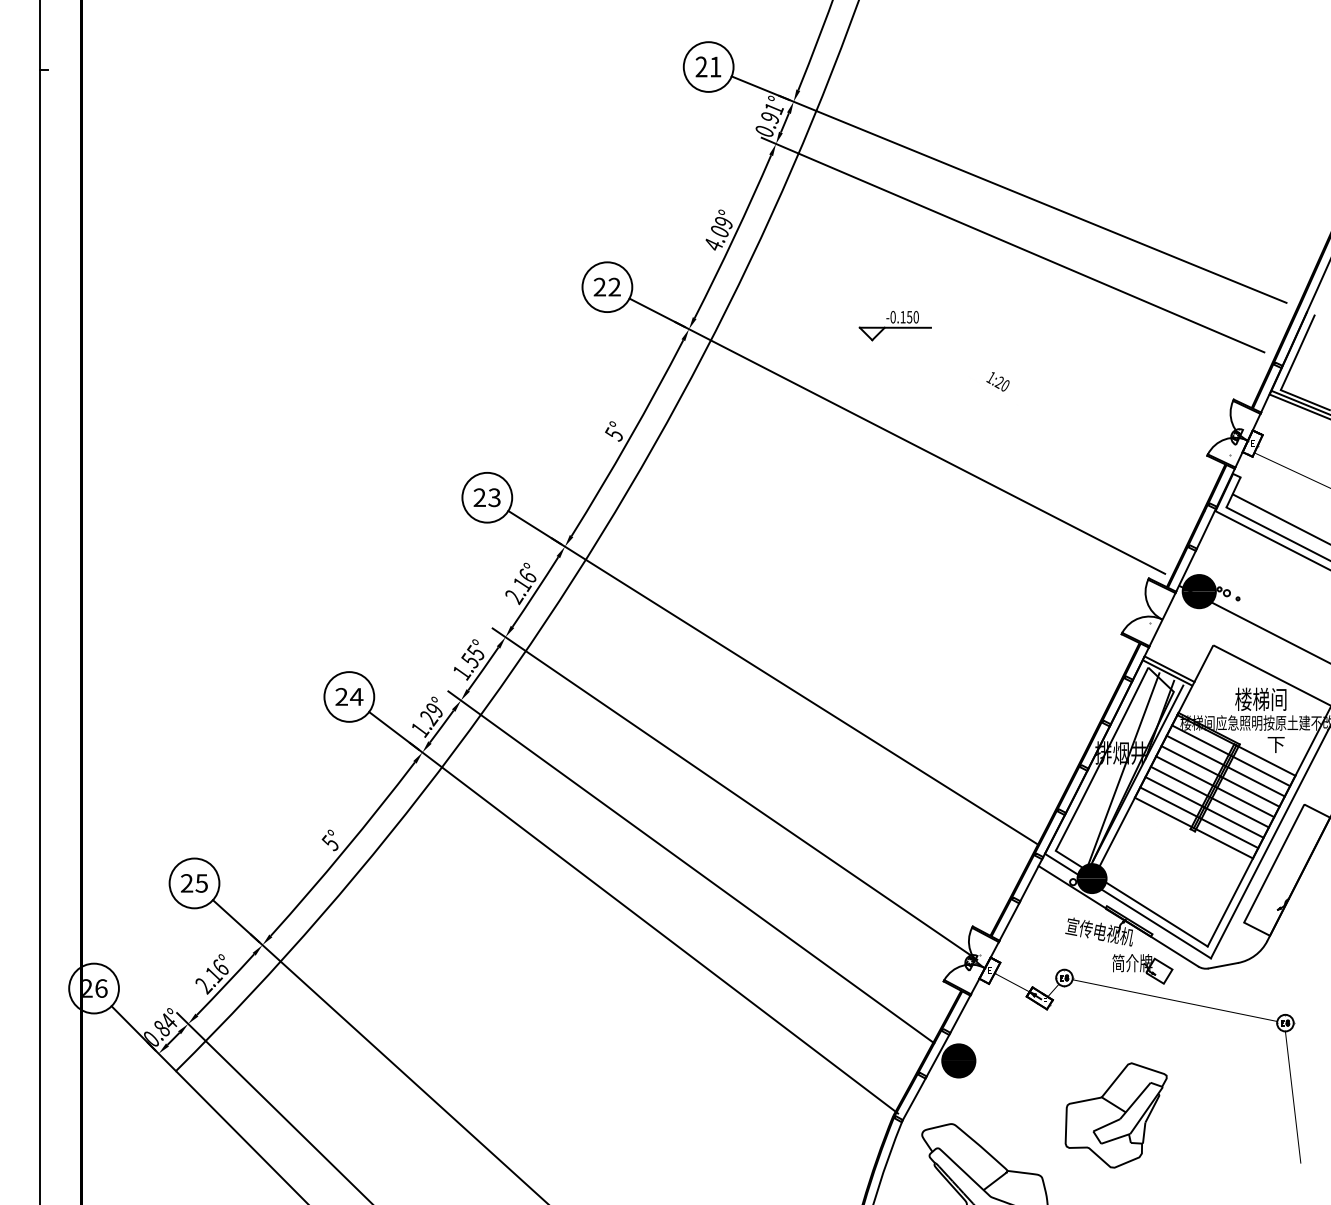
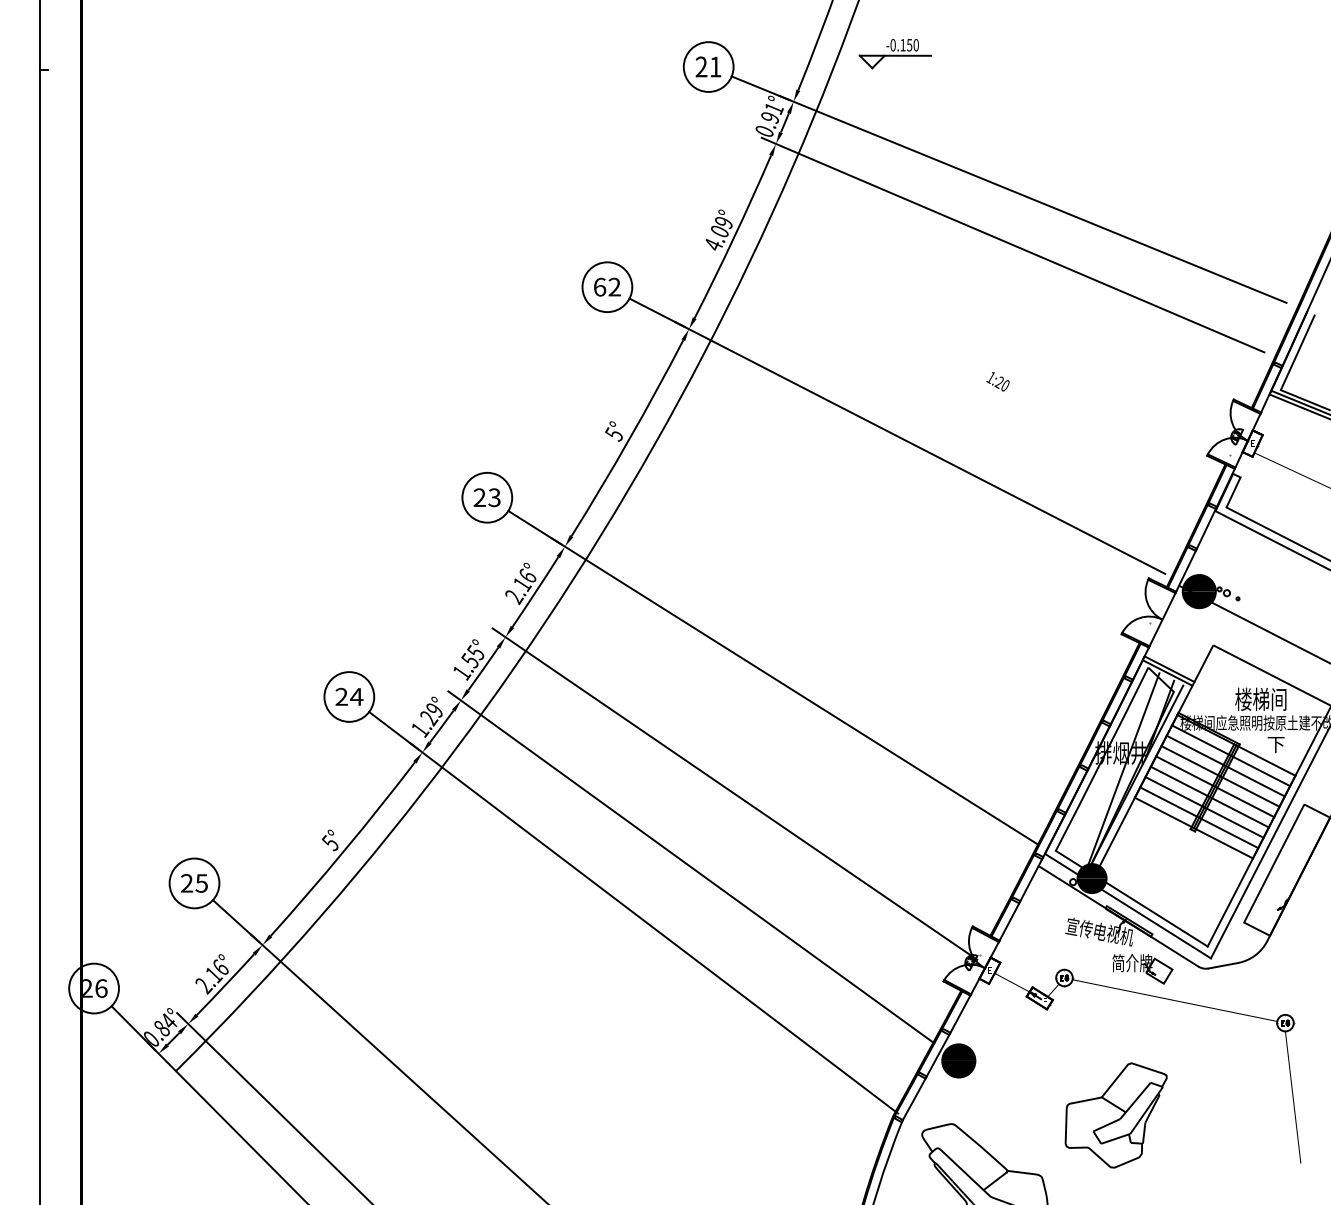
text at (599, 286): 22 -> 62
part at (894, 326) position: (894, 326) -> (894, 54)
line at (1280, 518): present -> none
